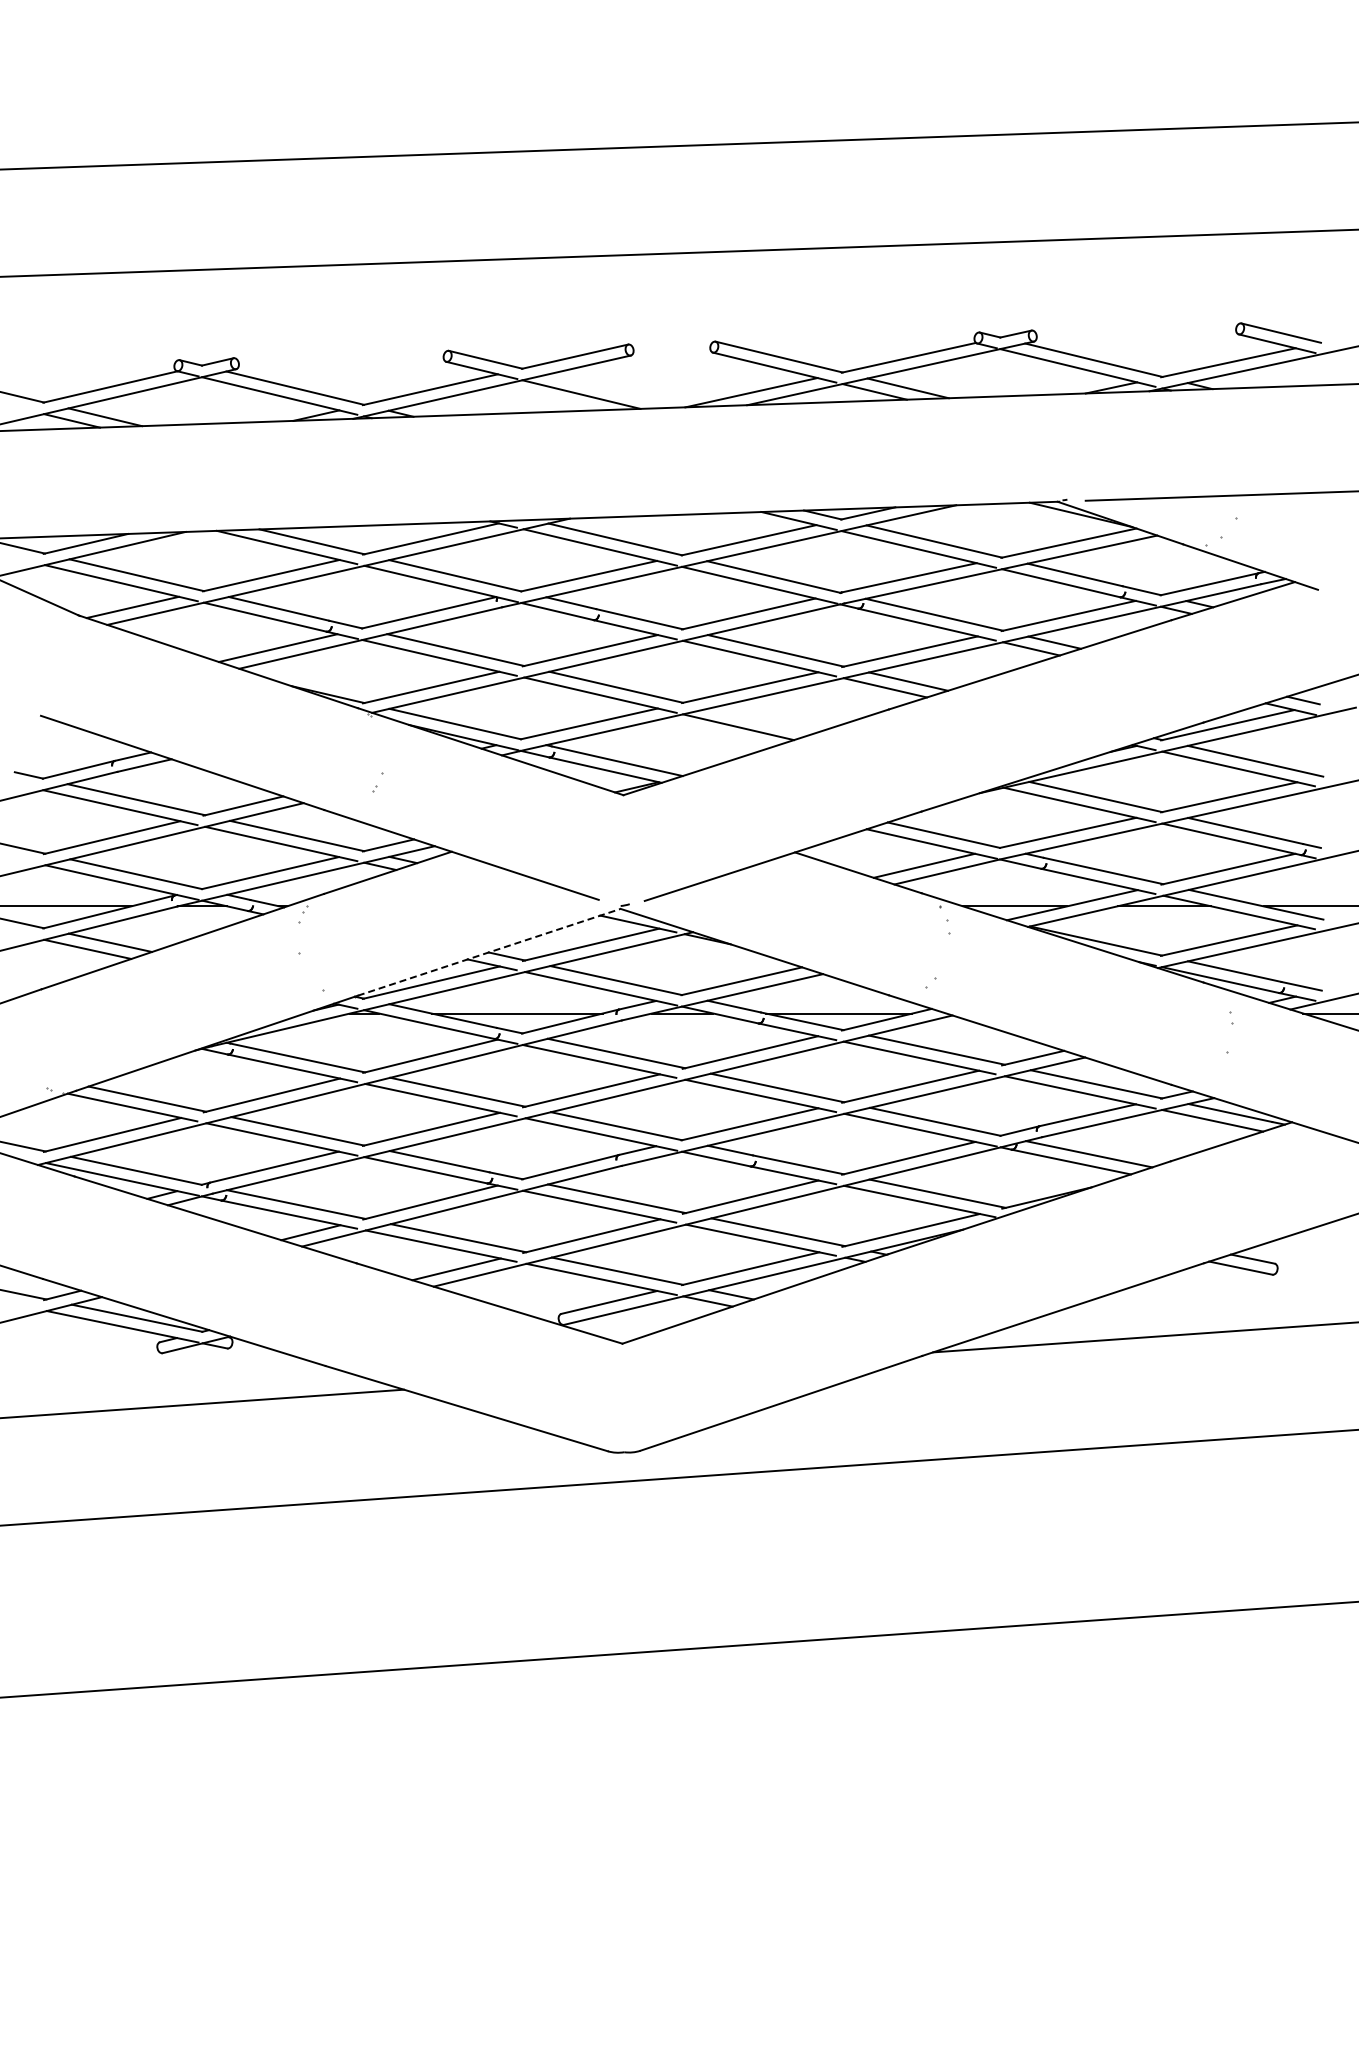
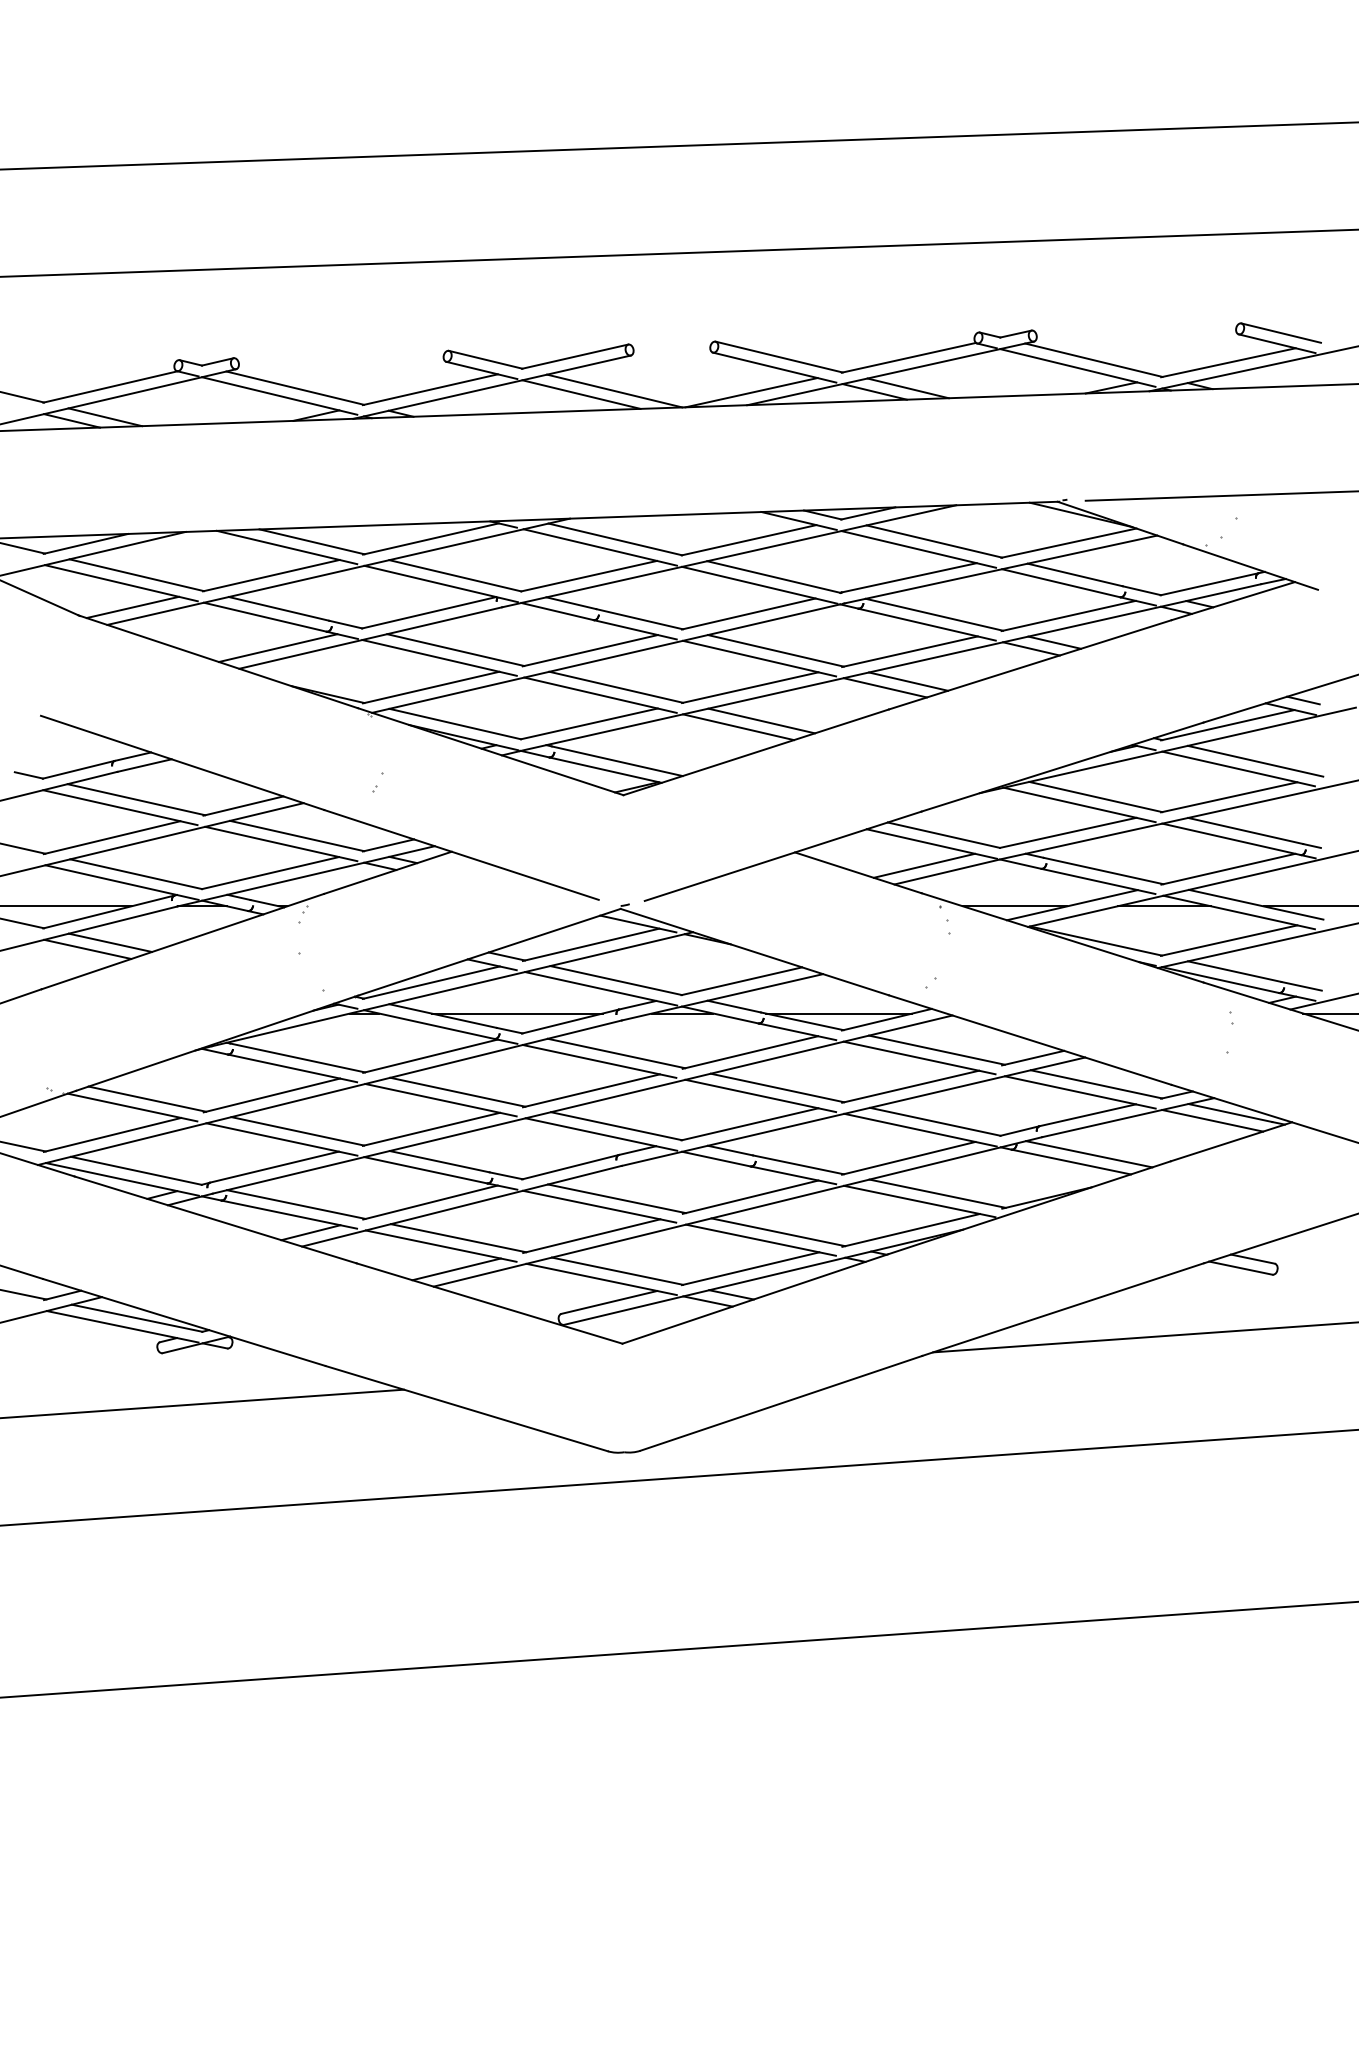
line at (614, 390): none -> present
line at (761, 720): none -> present
line at (489, 952): dashed -> solid
